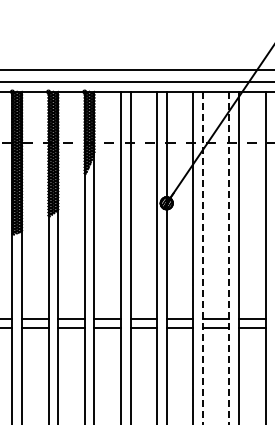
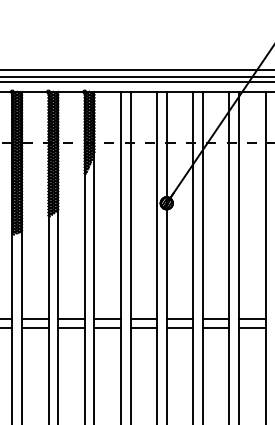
line at (136, 77): none -> present
line at (202, 258): dashed -> solid
line at (229, 258): dashed -> solid
